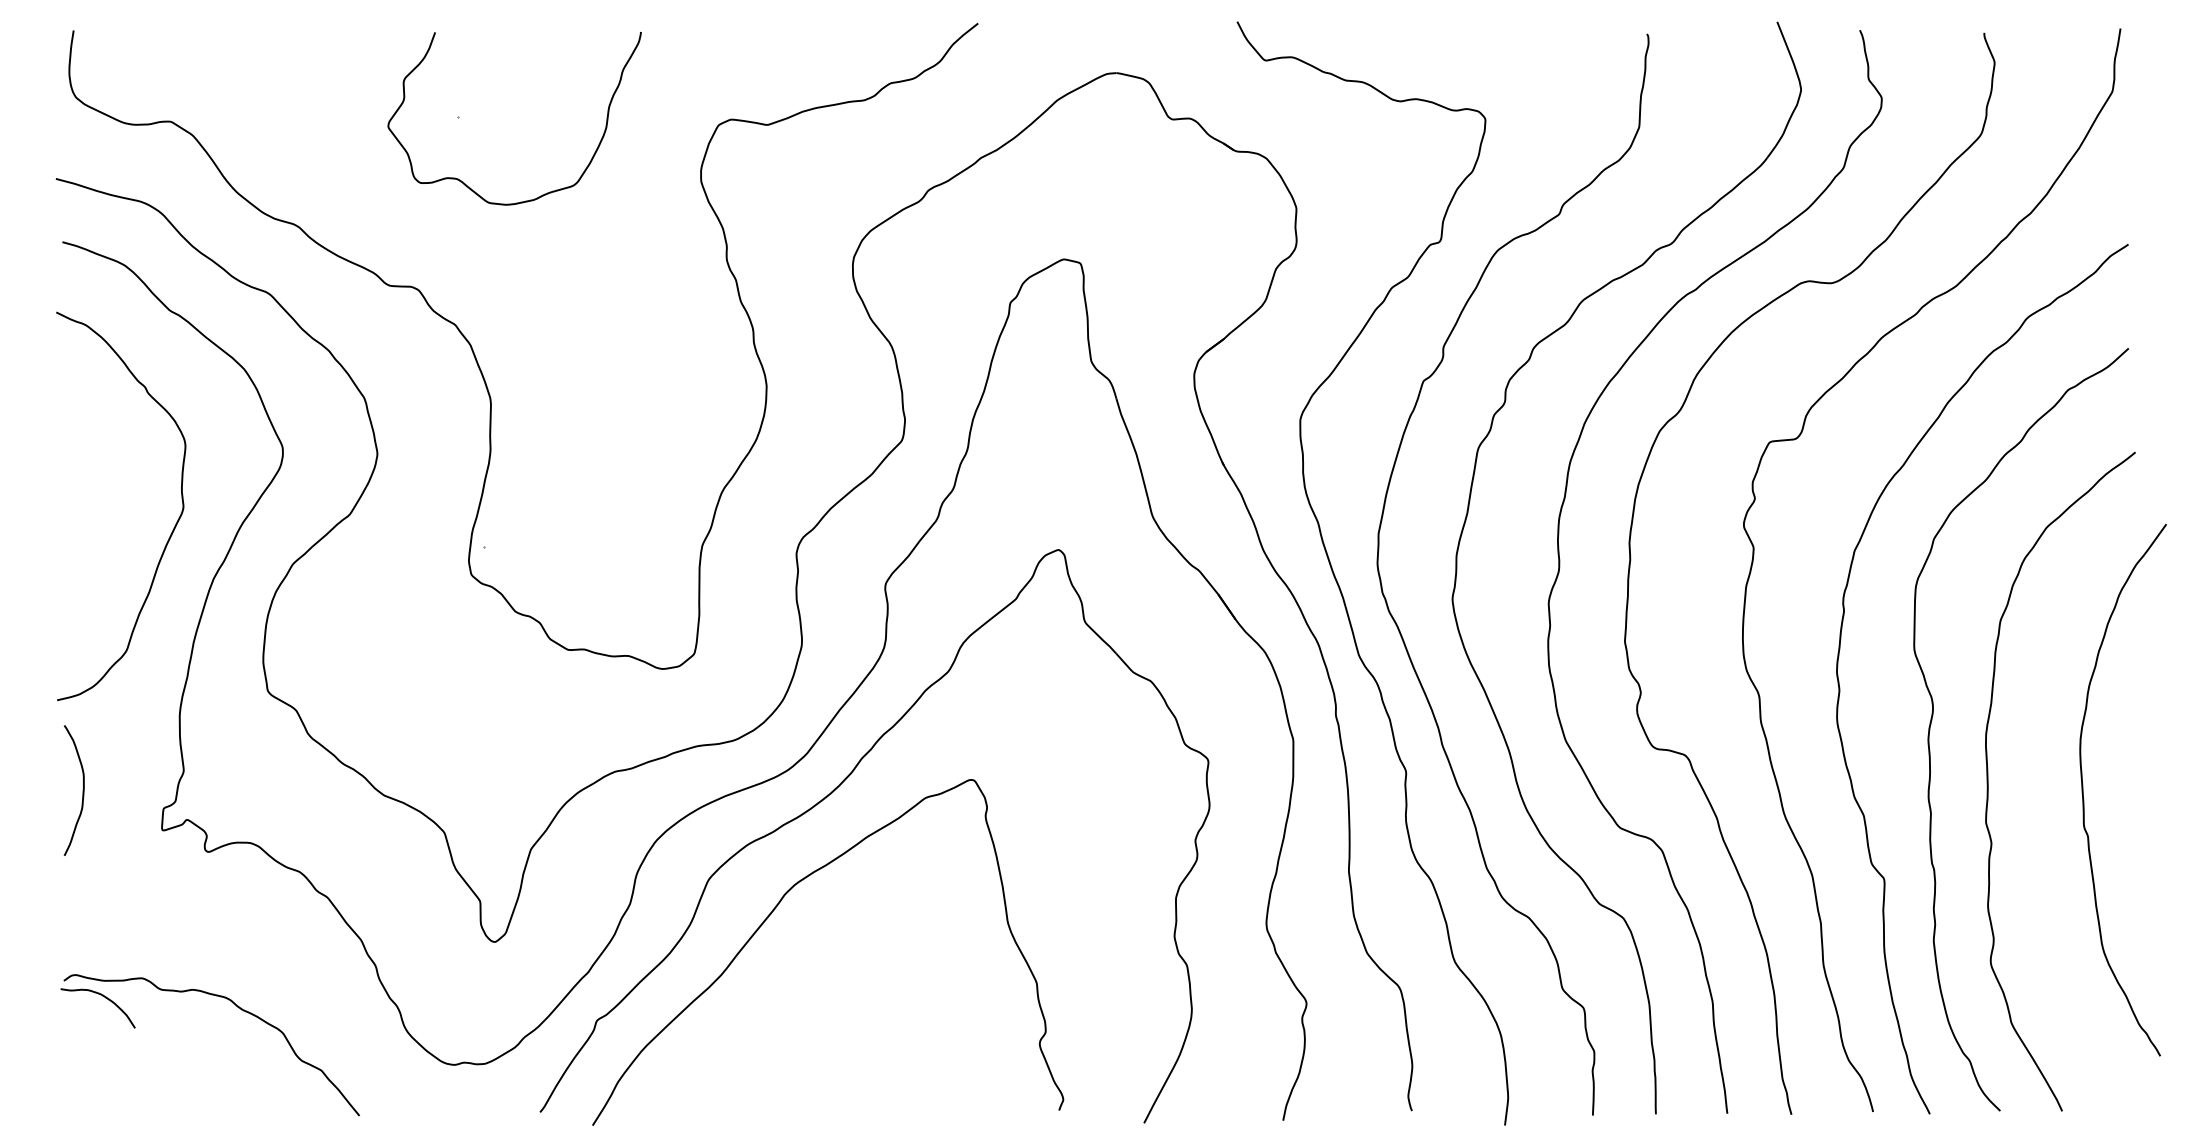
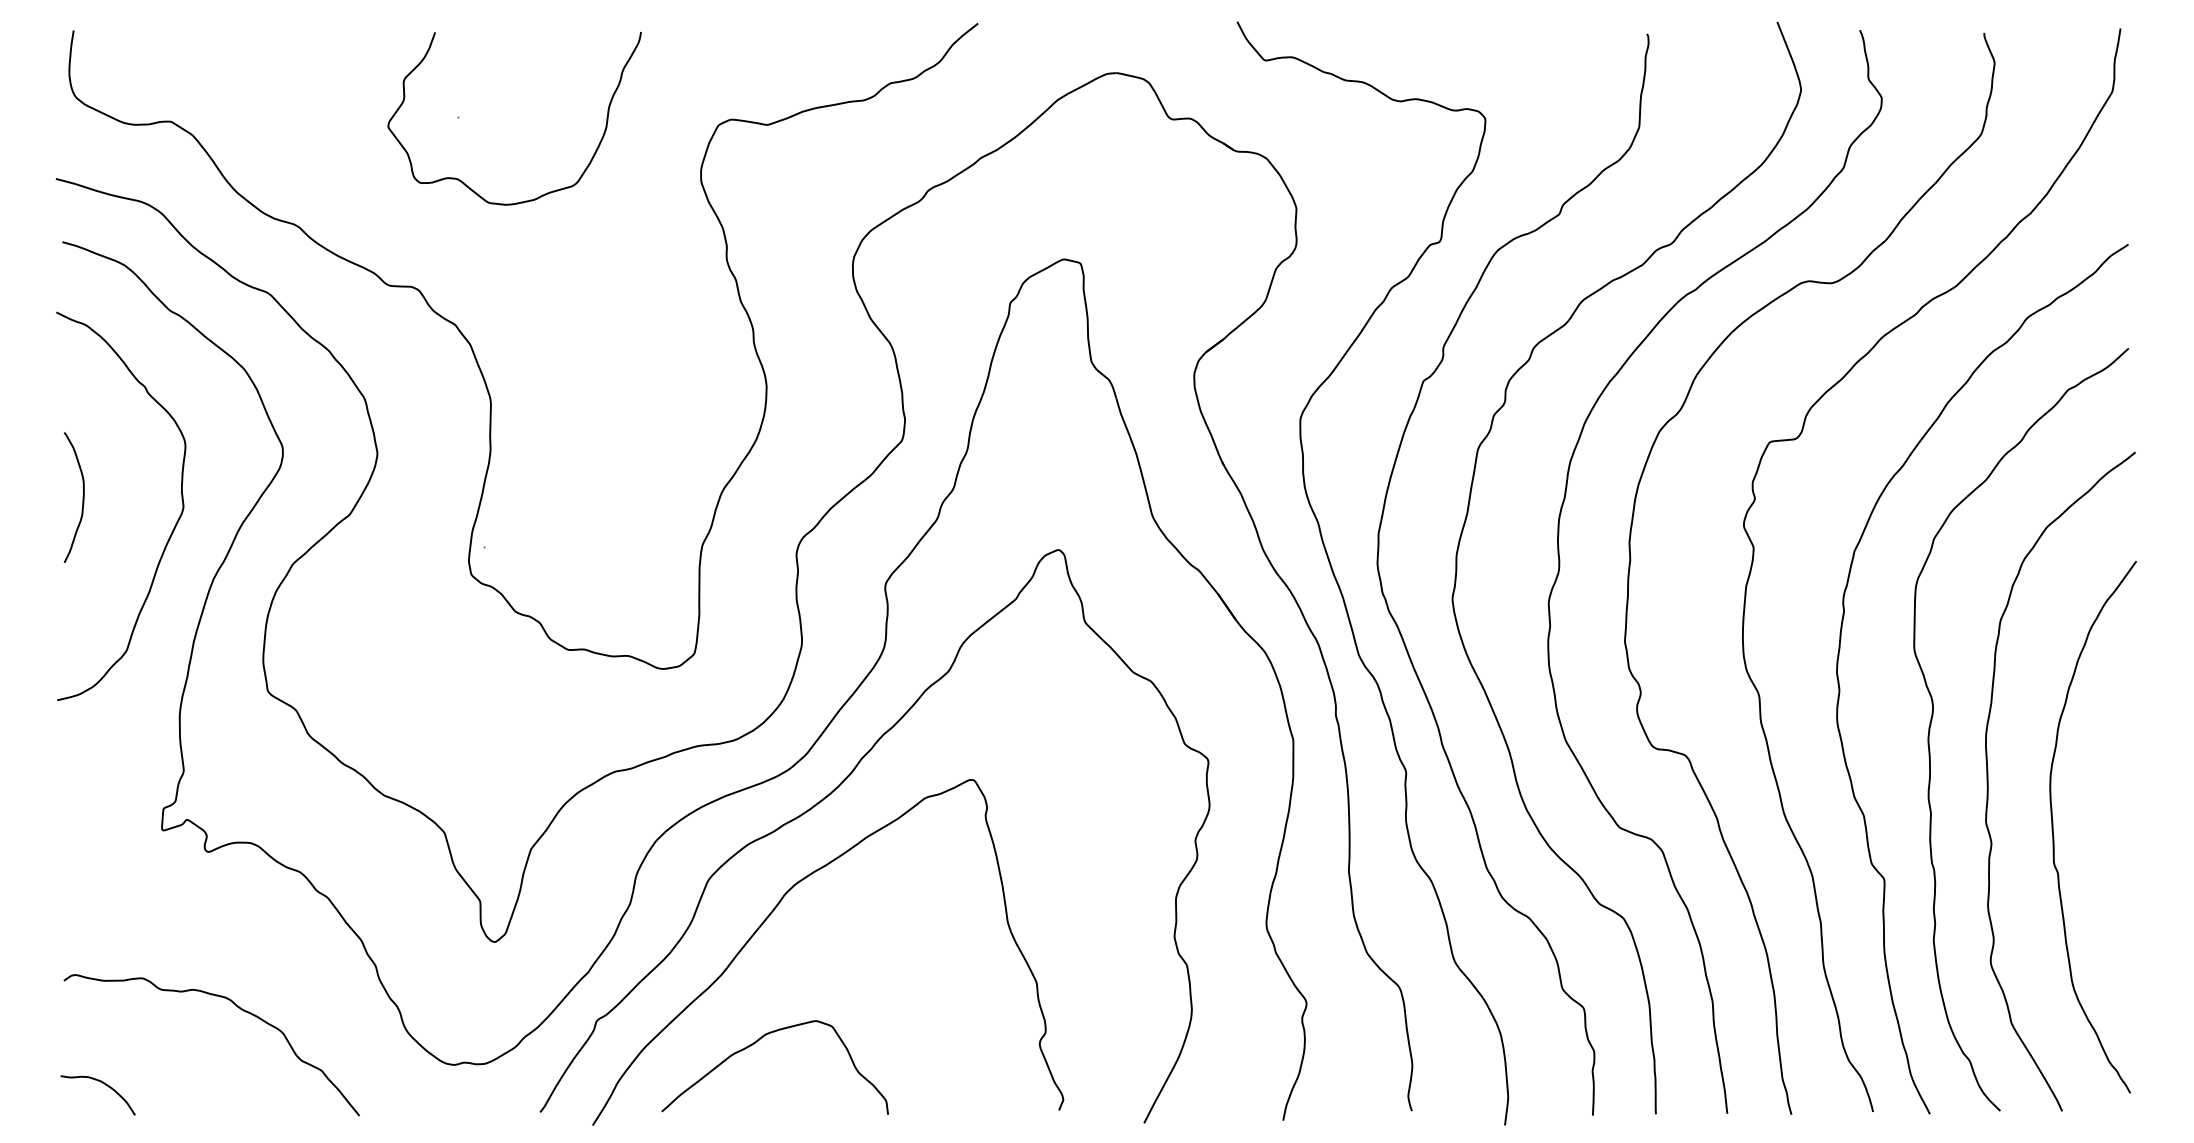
curve at (2083, 789) position: (2083, 789) -> (2053, 826)
curve at (82, 790) position: (82, 790) -> (82, 497)
curve at (105, 998) position: (105, 998) -> (105, 1085)
curve at (754, 1044): none -> present
